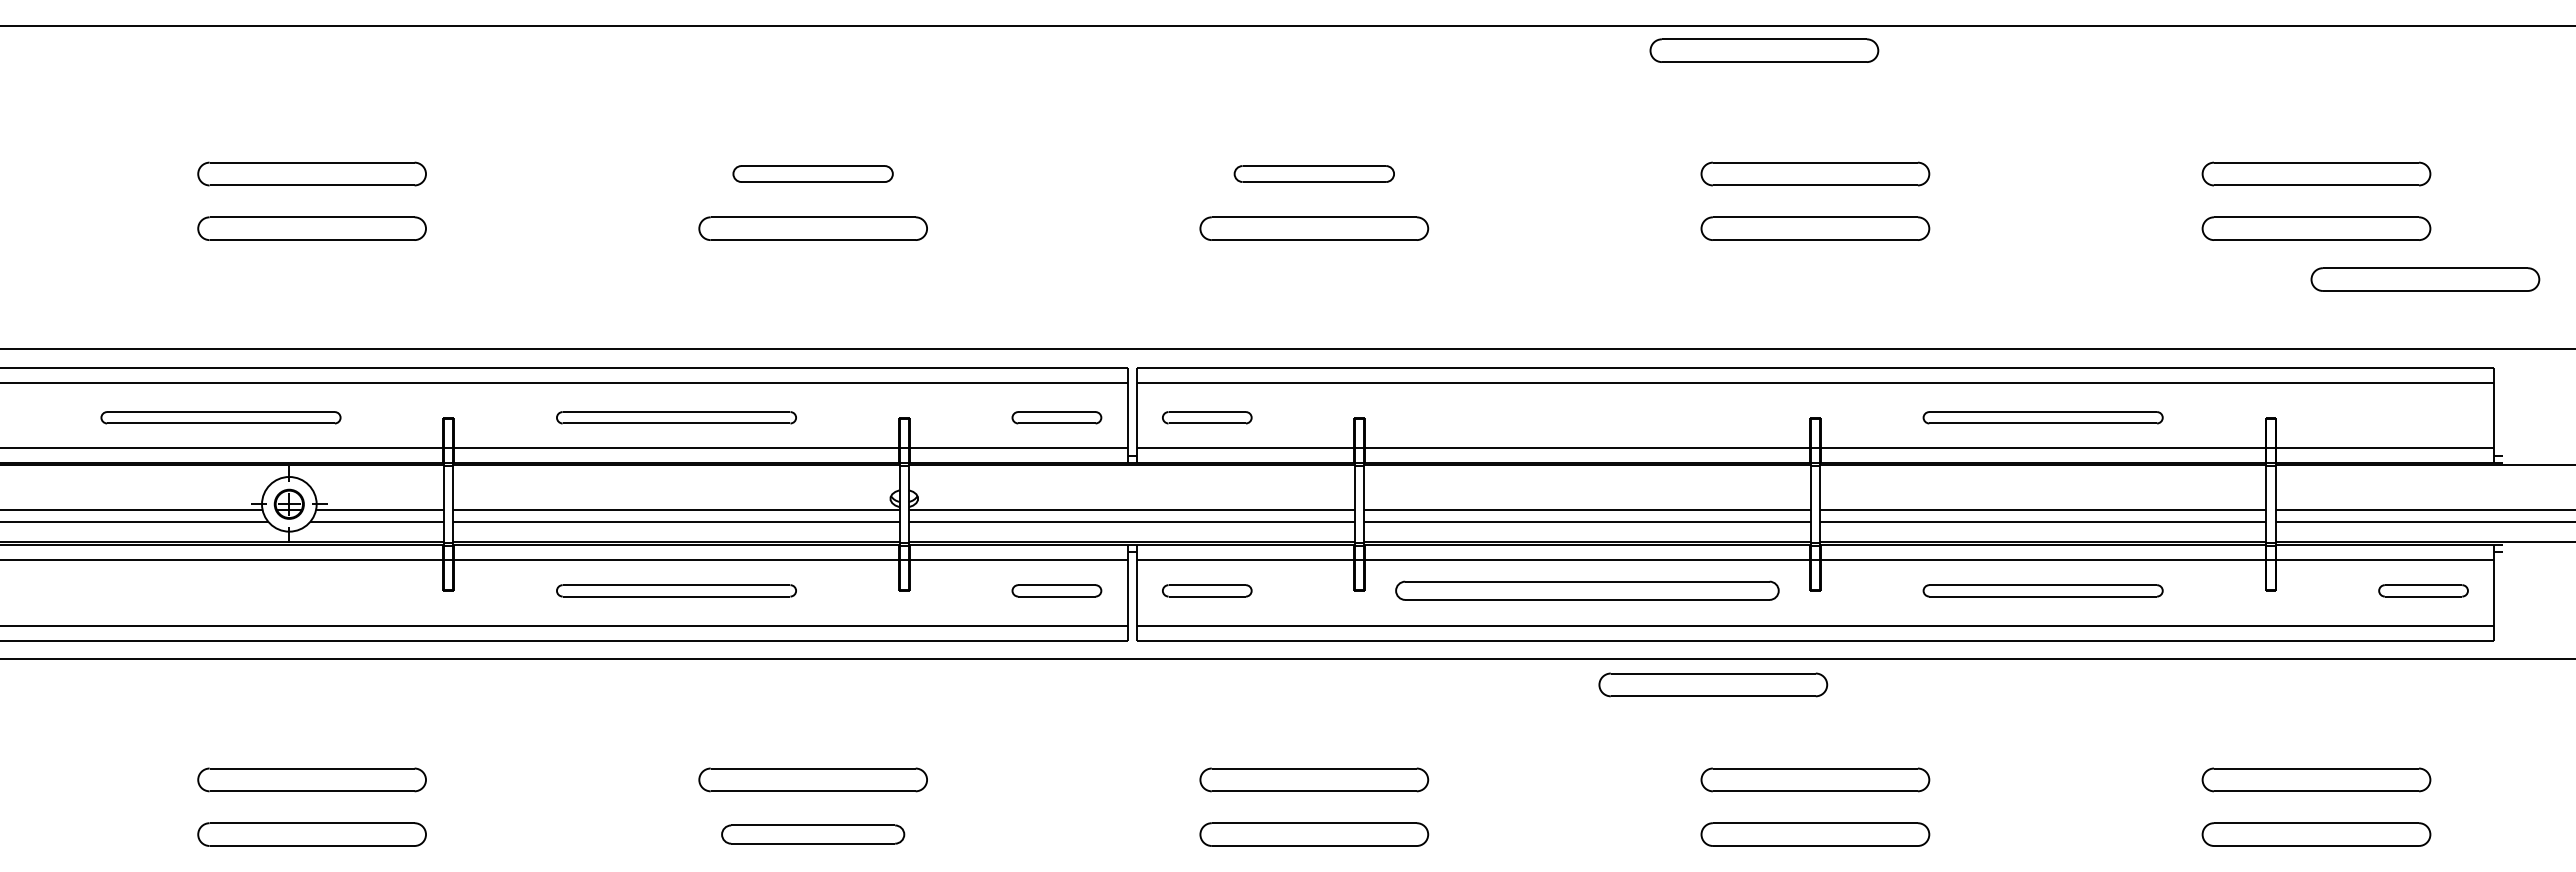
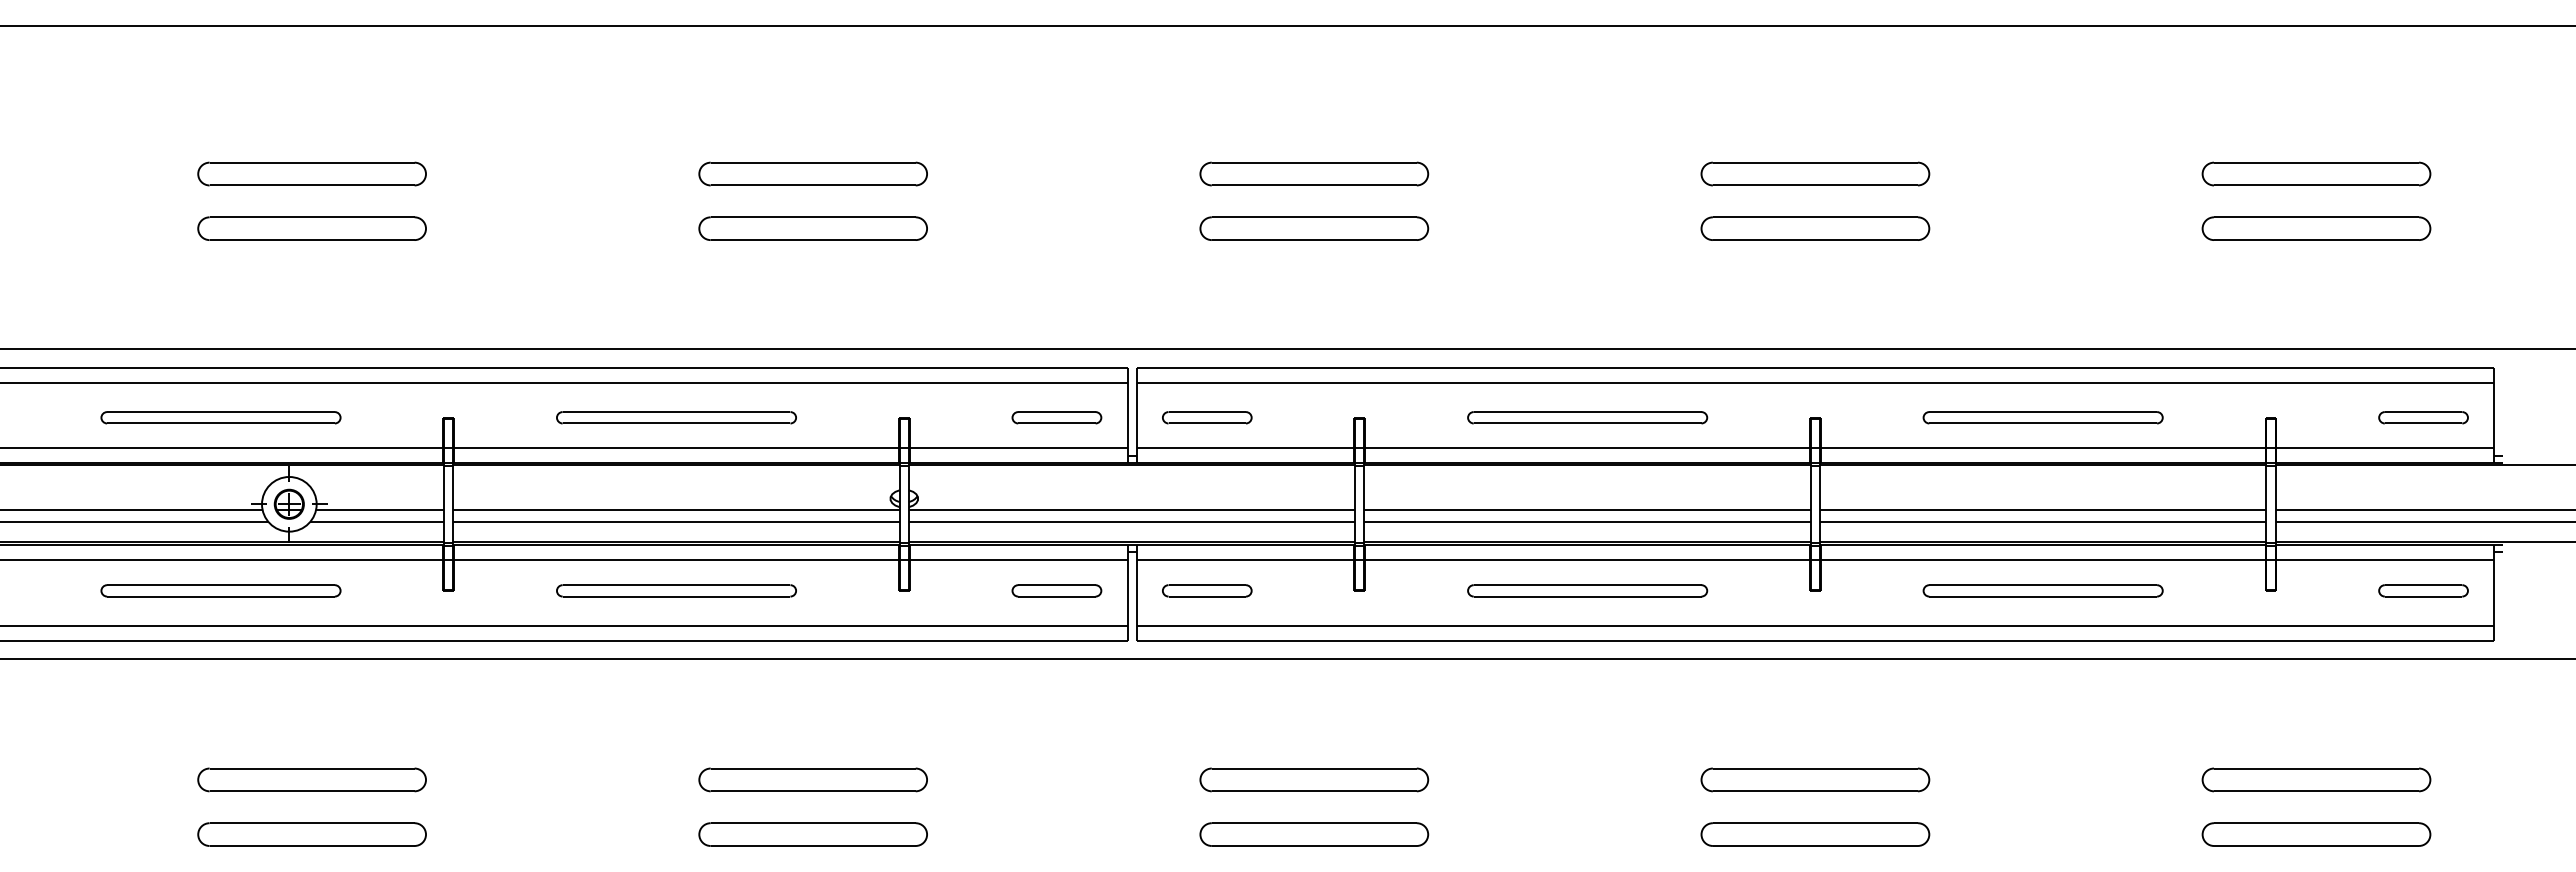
part at (1764, 50): present -> none
part at (812, 173) size: 162x18 px -> 230x26 px
part at (1313, 173) size: 162x18 px -> 231x26 px
part at (2425, 279): present -> none
part at (1587, 417): none -> present
part at (2423, 417): none -> present
part at (220, 590): none -> present
part at (1587, 590) size: 385x21 px -> 242x14 px
part at (1713, 684): present -> none
part at (813, 834) size: 185x21 px -> 230x25 px
